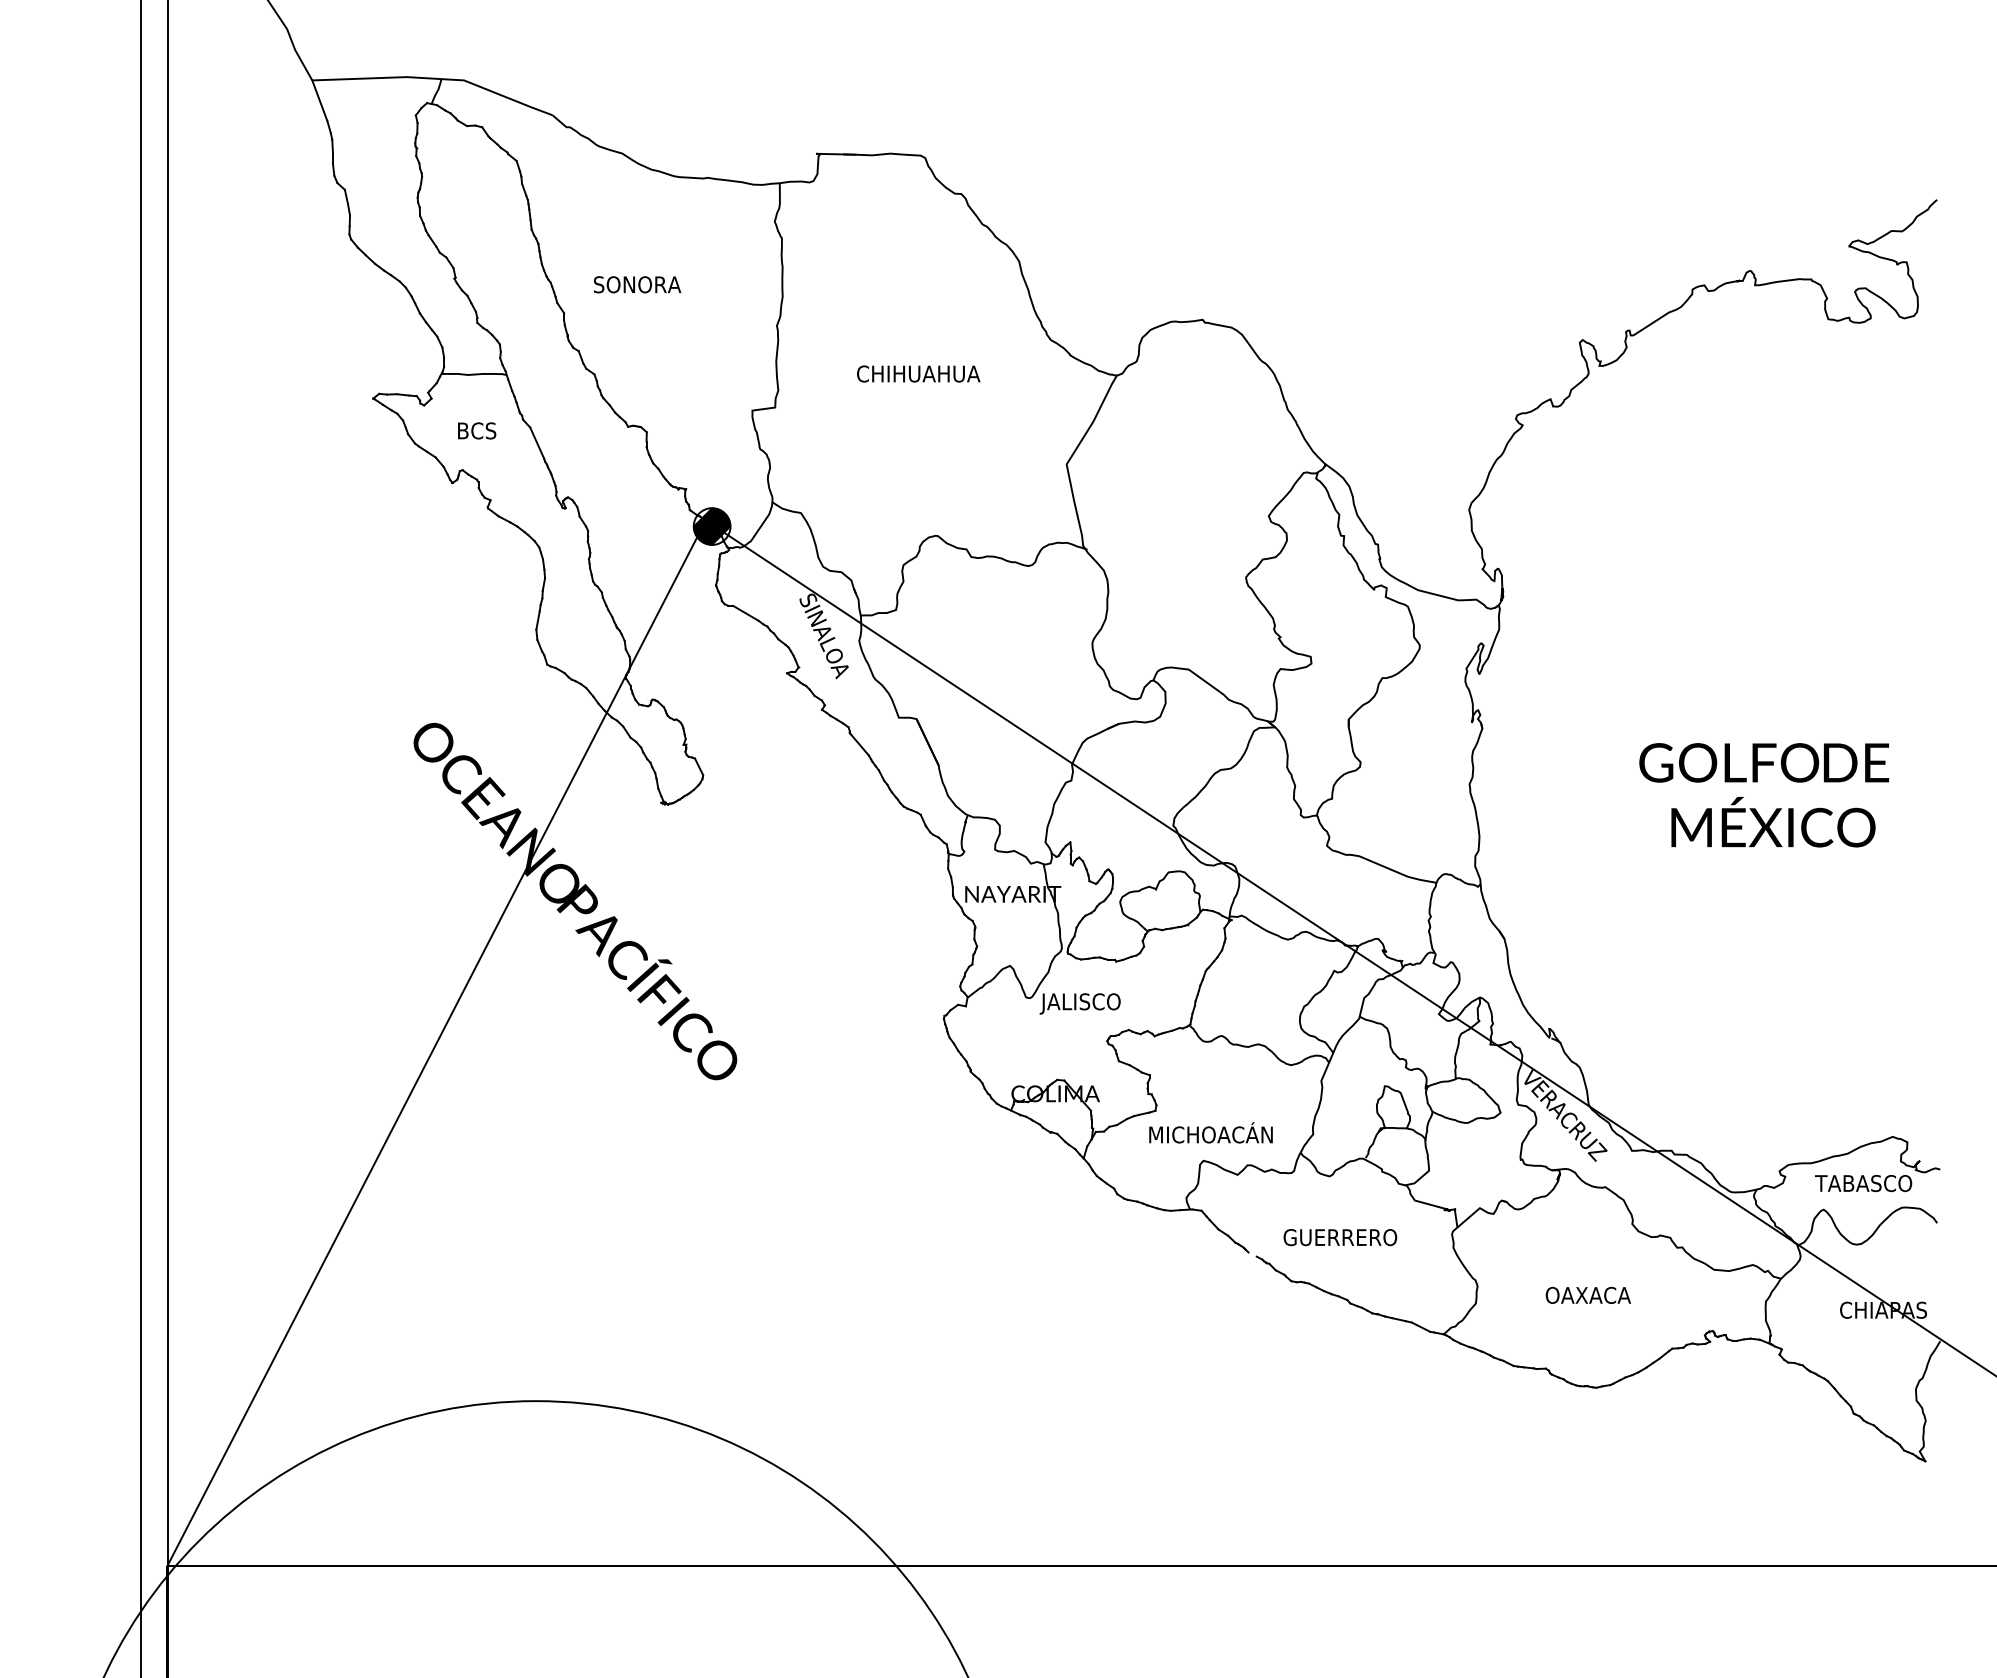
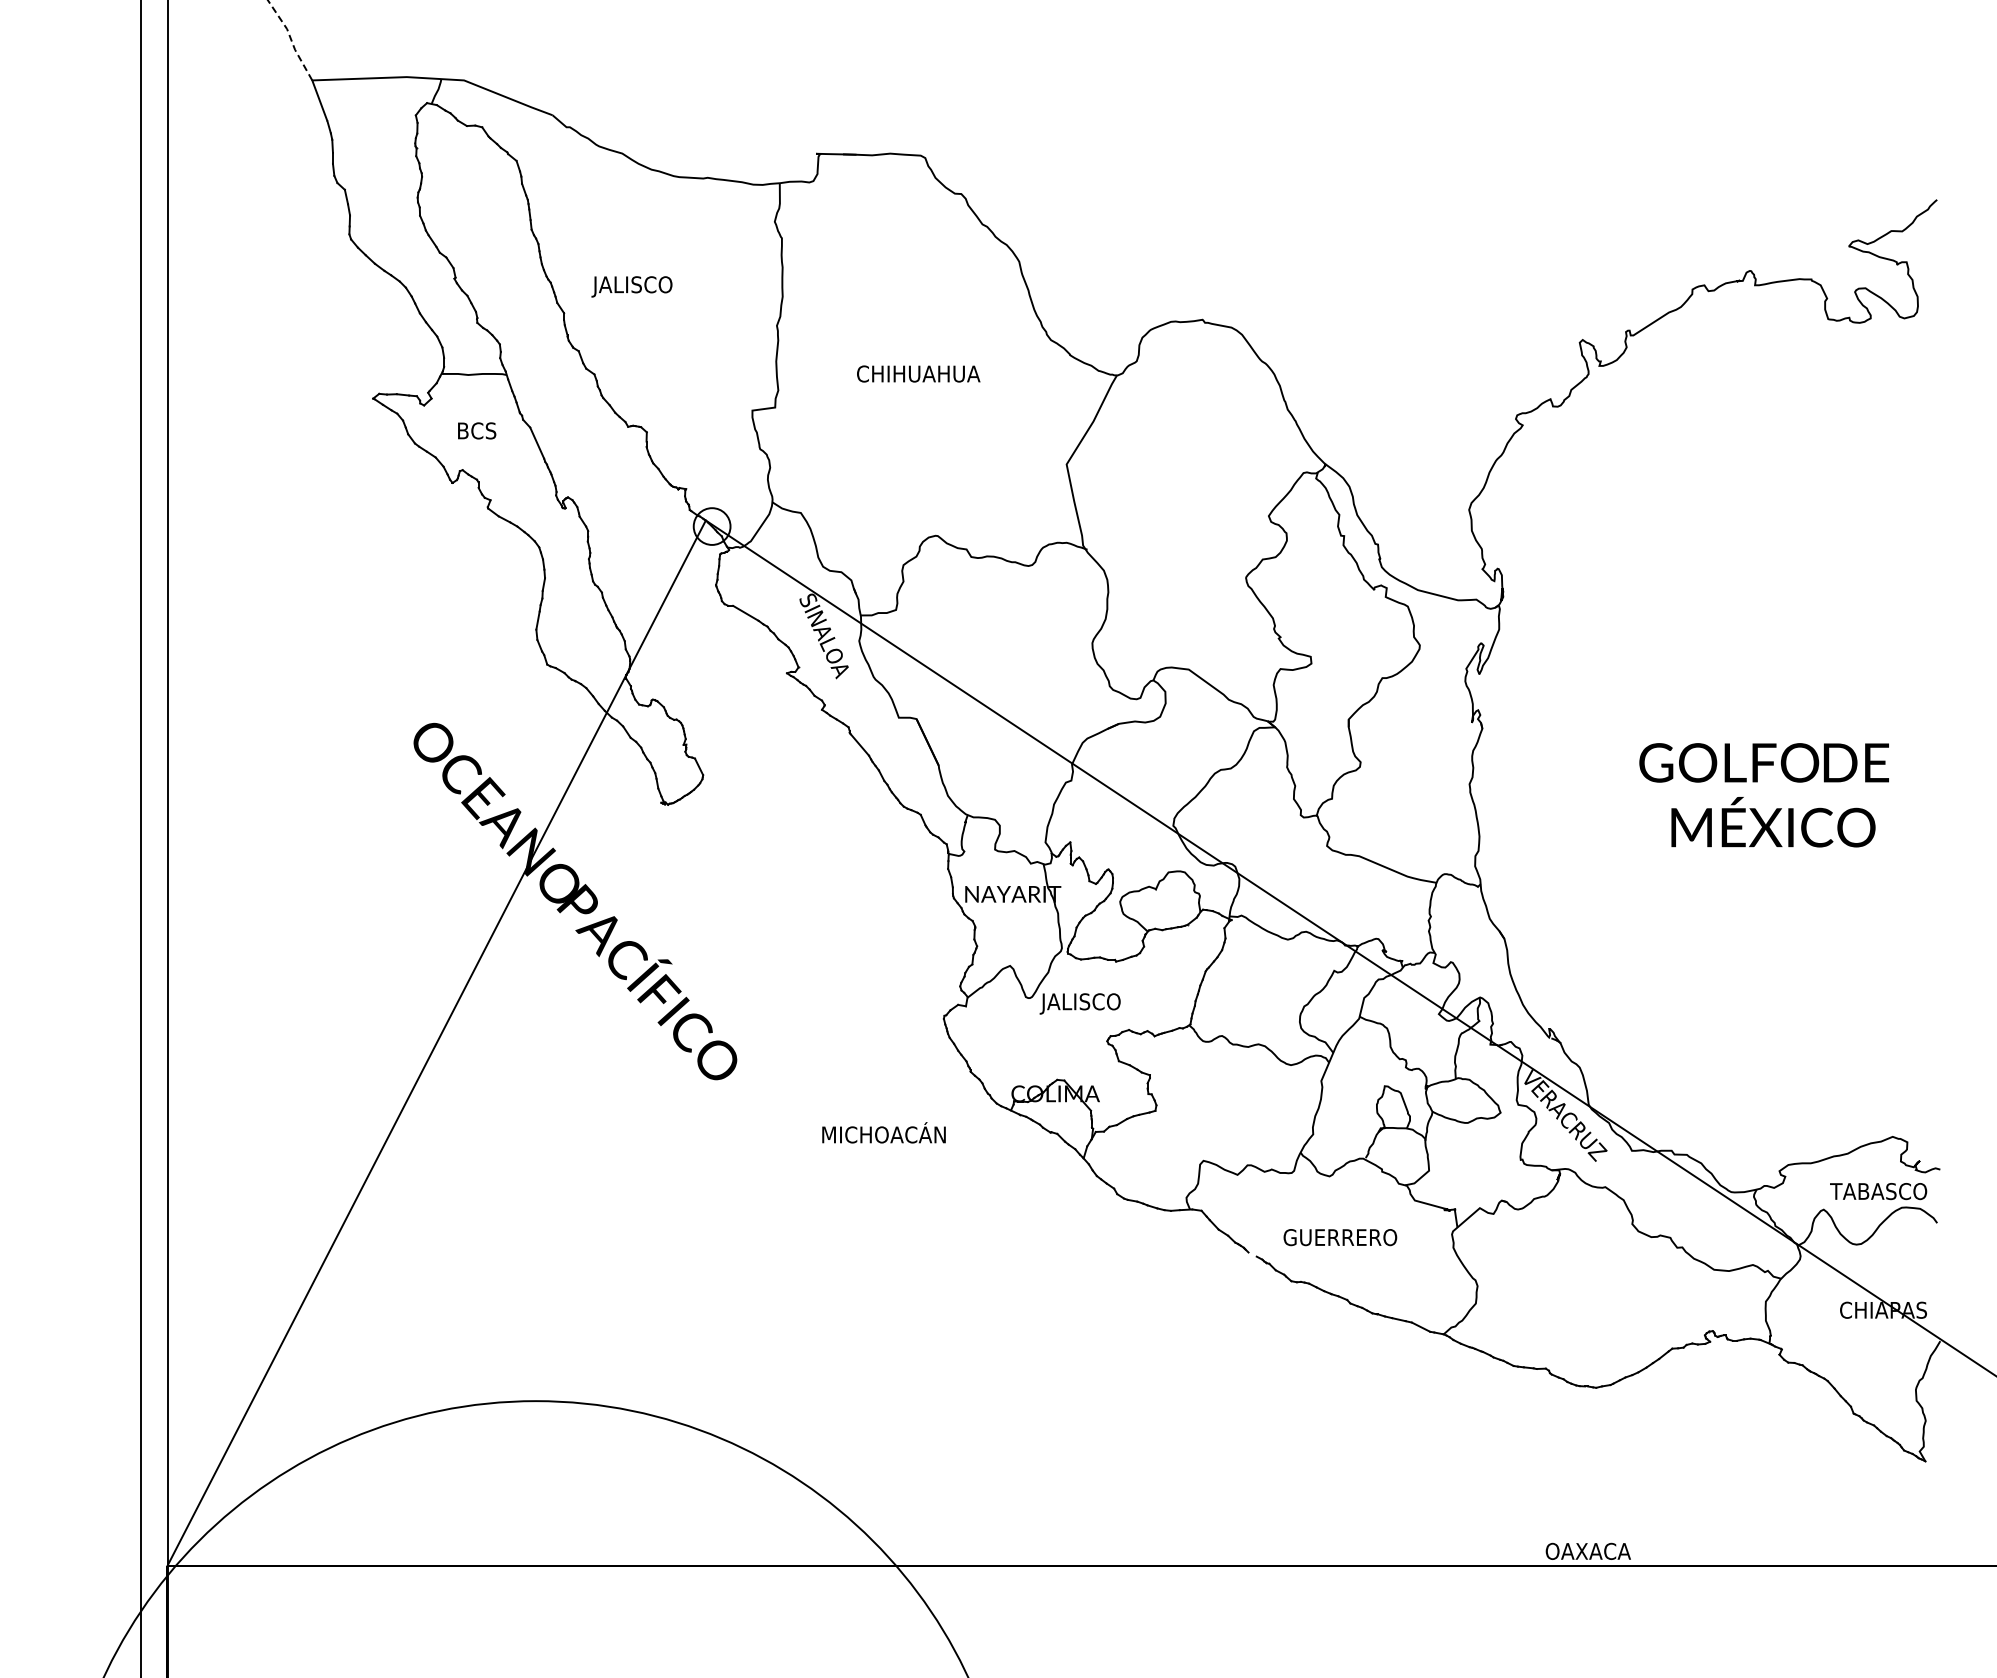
line at (290, 39): solid -> dashed
text at (636, 286): SONORA -> JALISCO
hatch at (711, 526): present -> none
text at (1210, 1132) position: (1210, 1132) -> (883, 1132)
text at (1863, 1183) position: (1863, 1183) -> (1878, 1191)
text at (1587, 1294) position: (1587, 1294) -> (1587, 1550)
